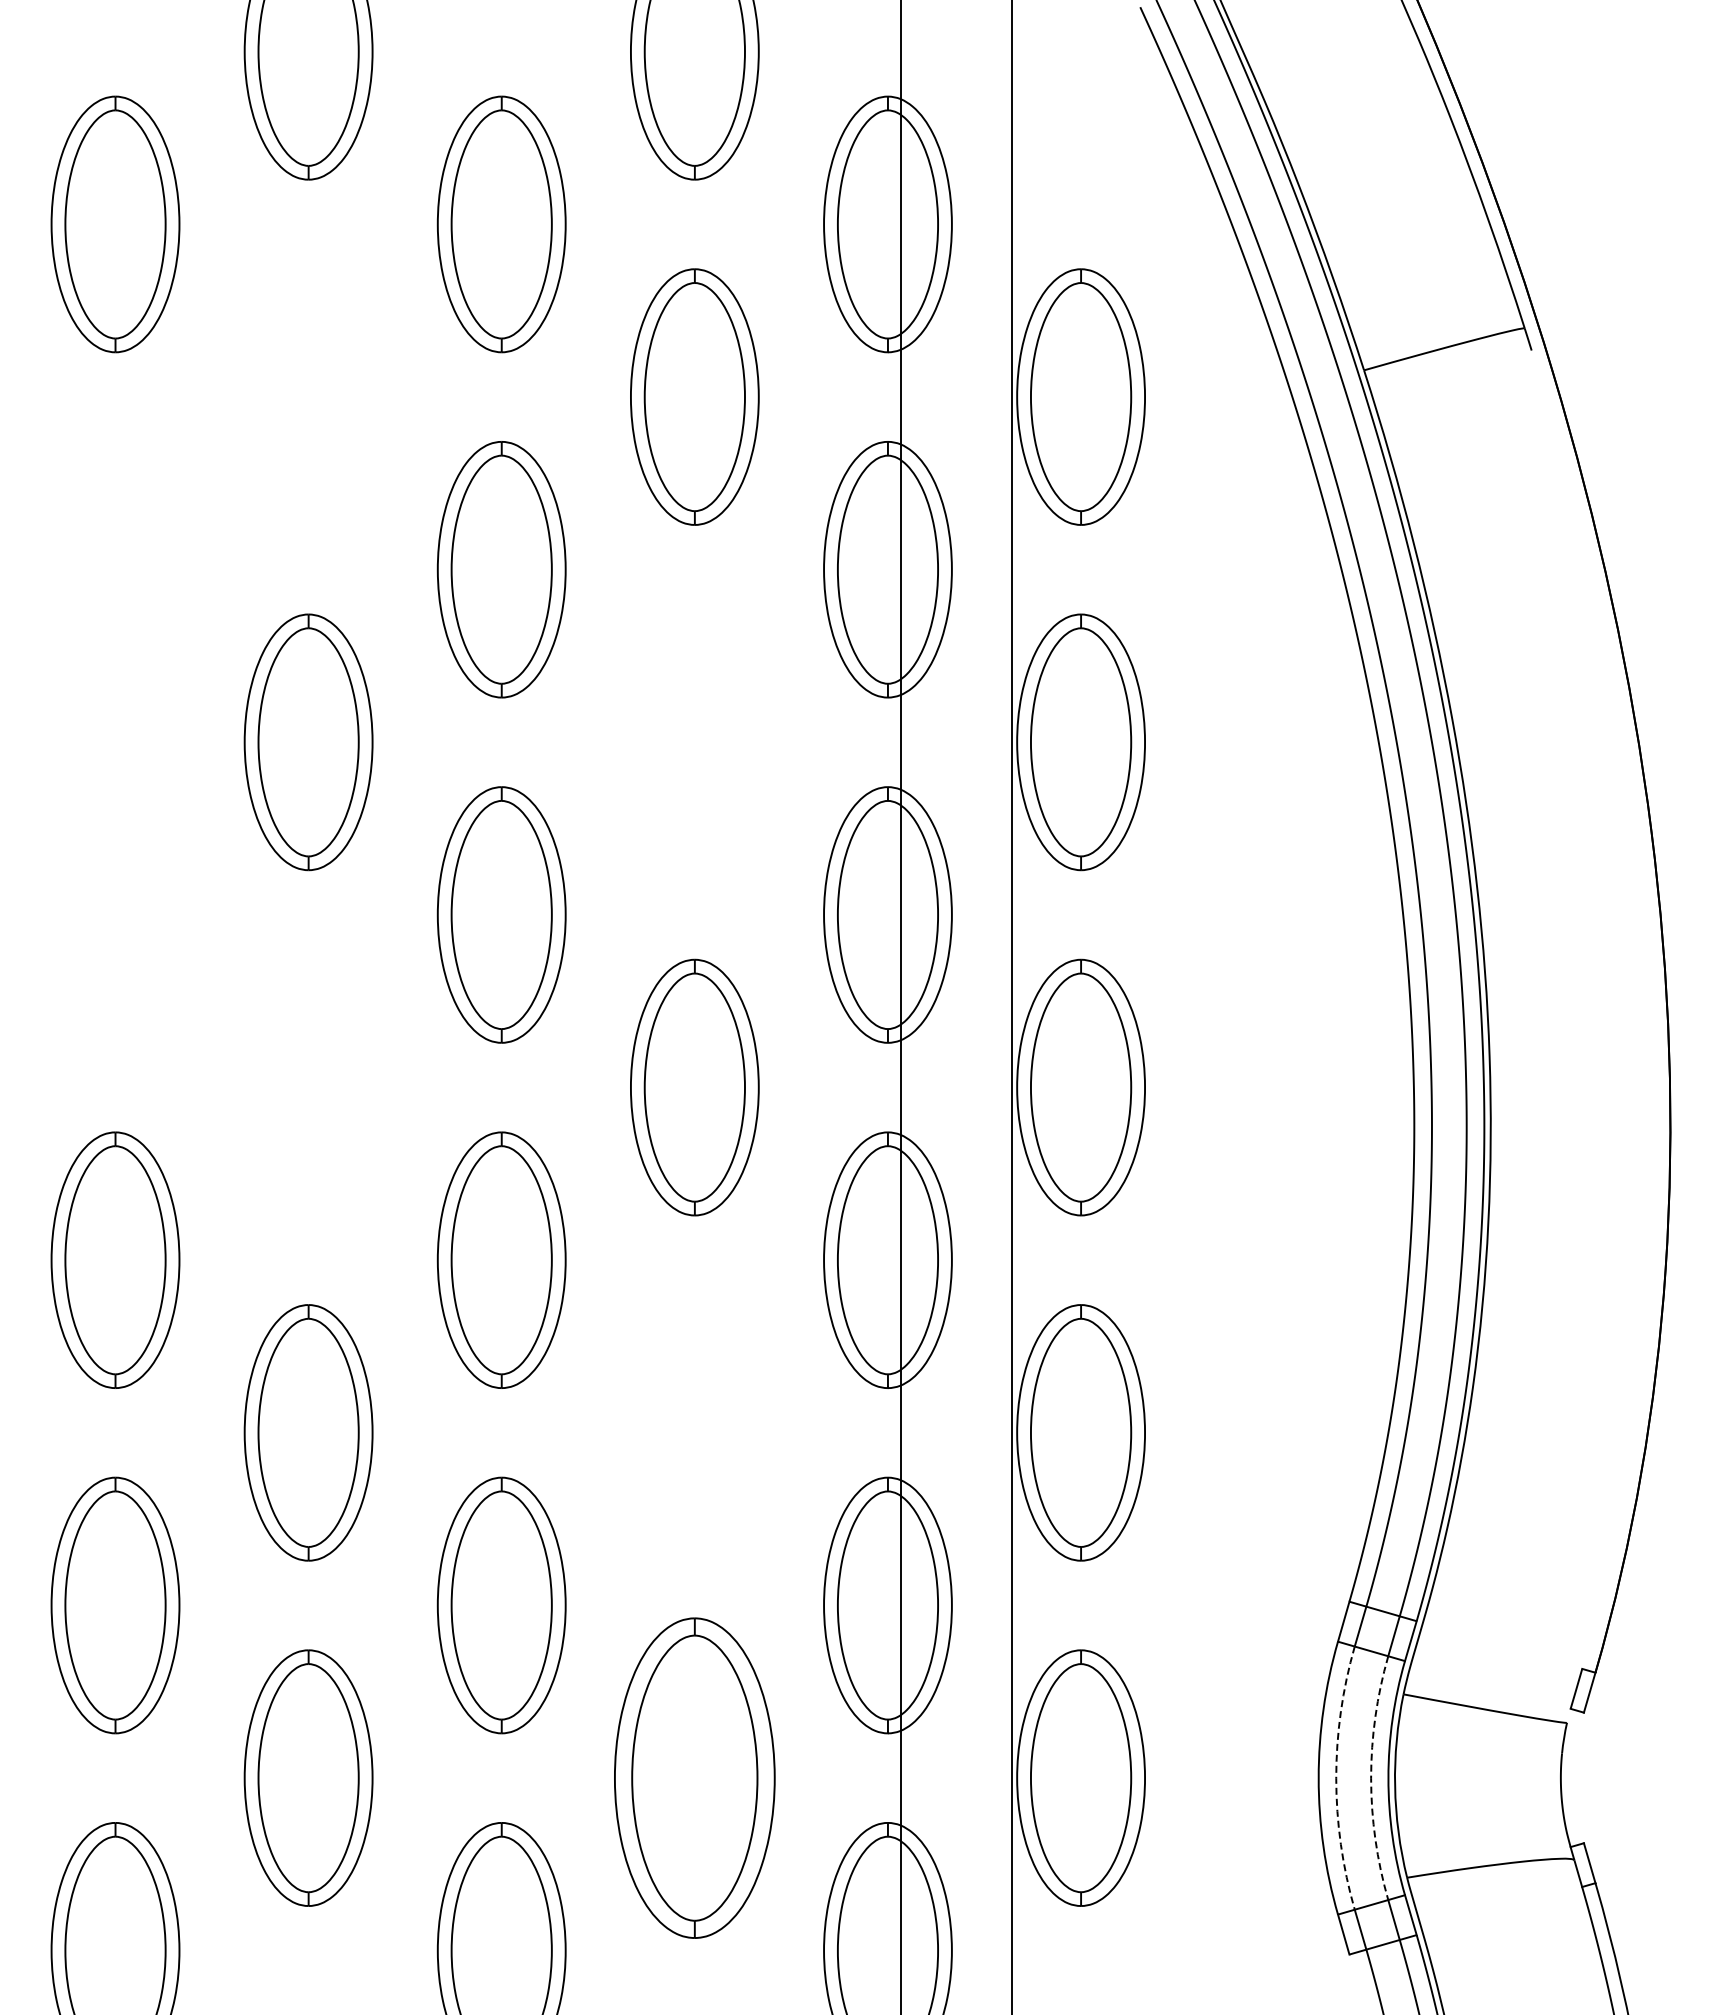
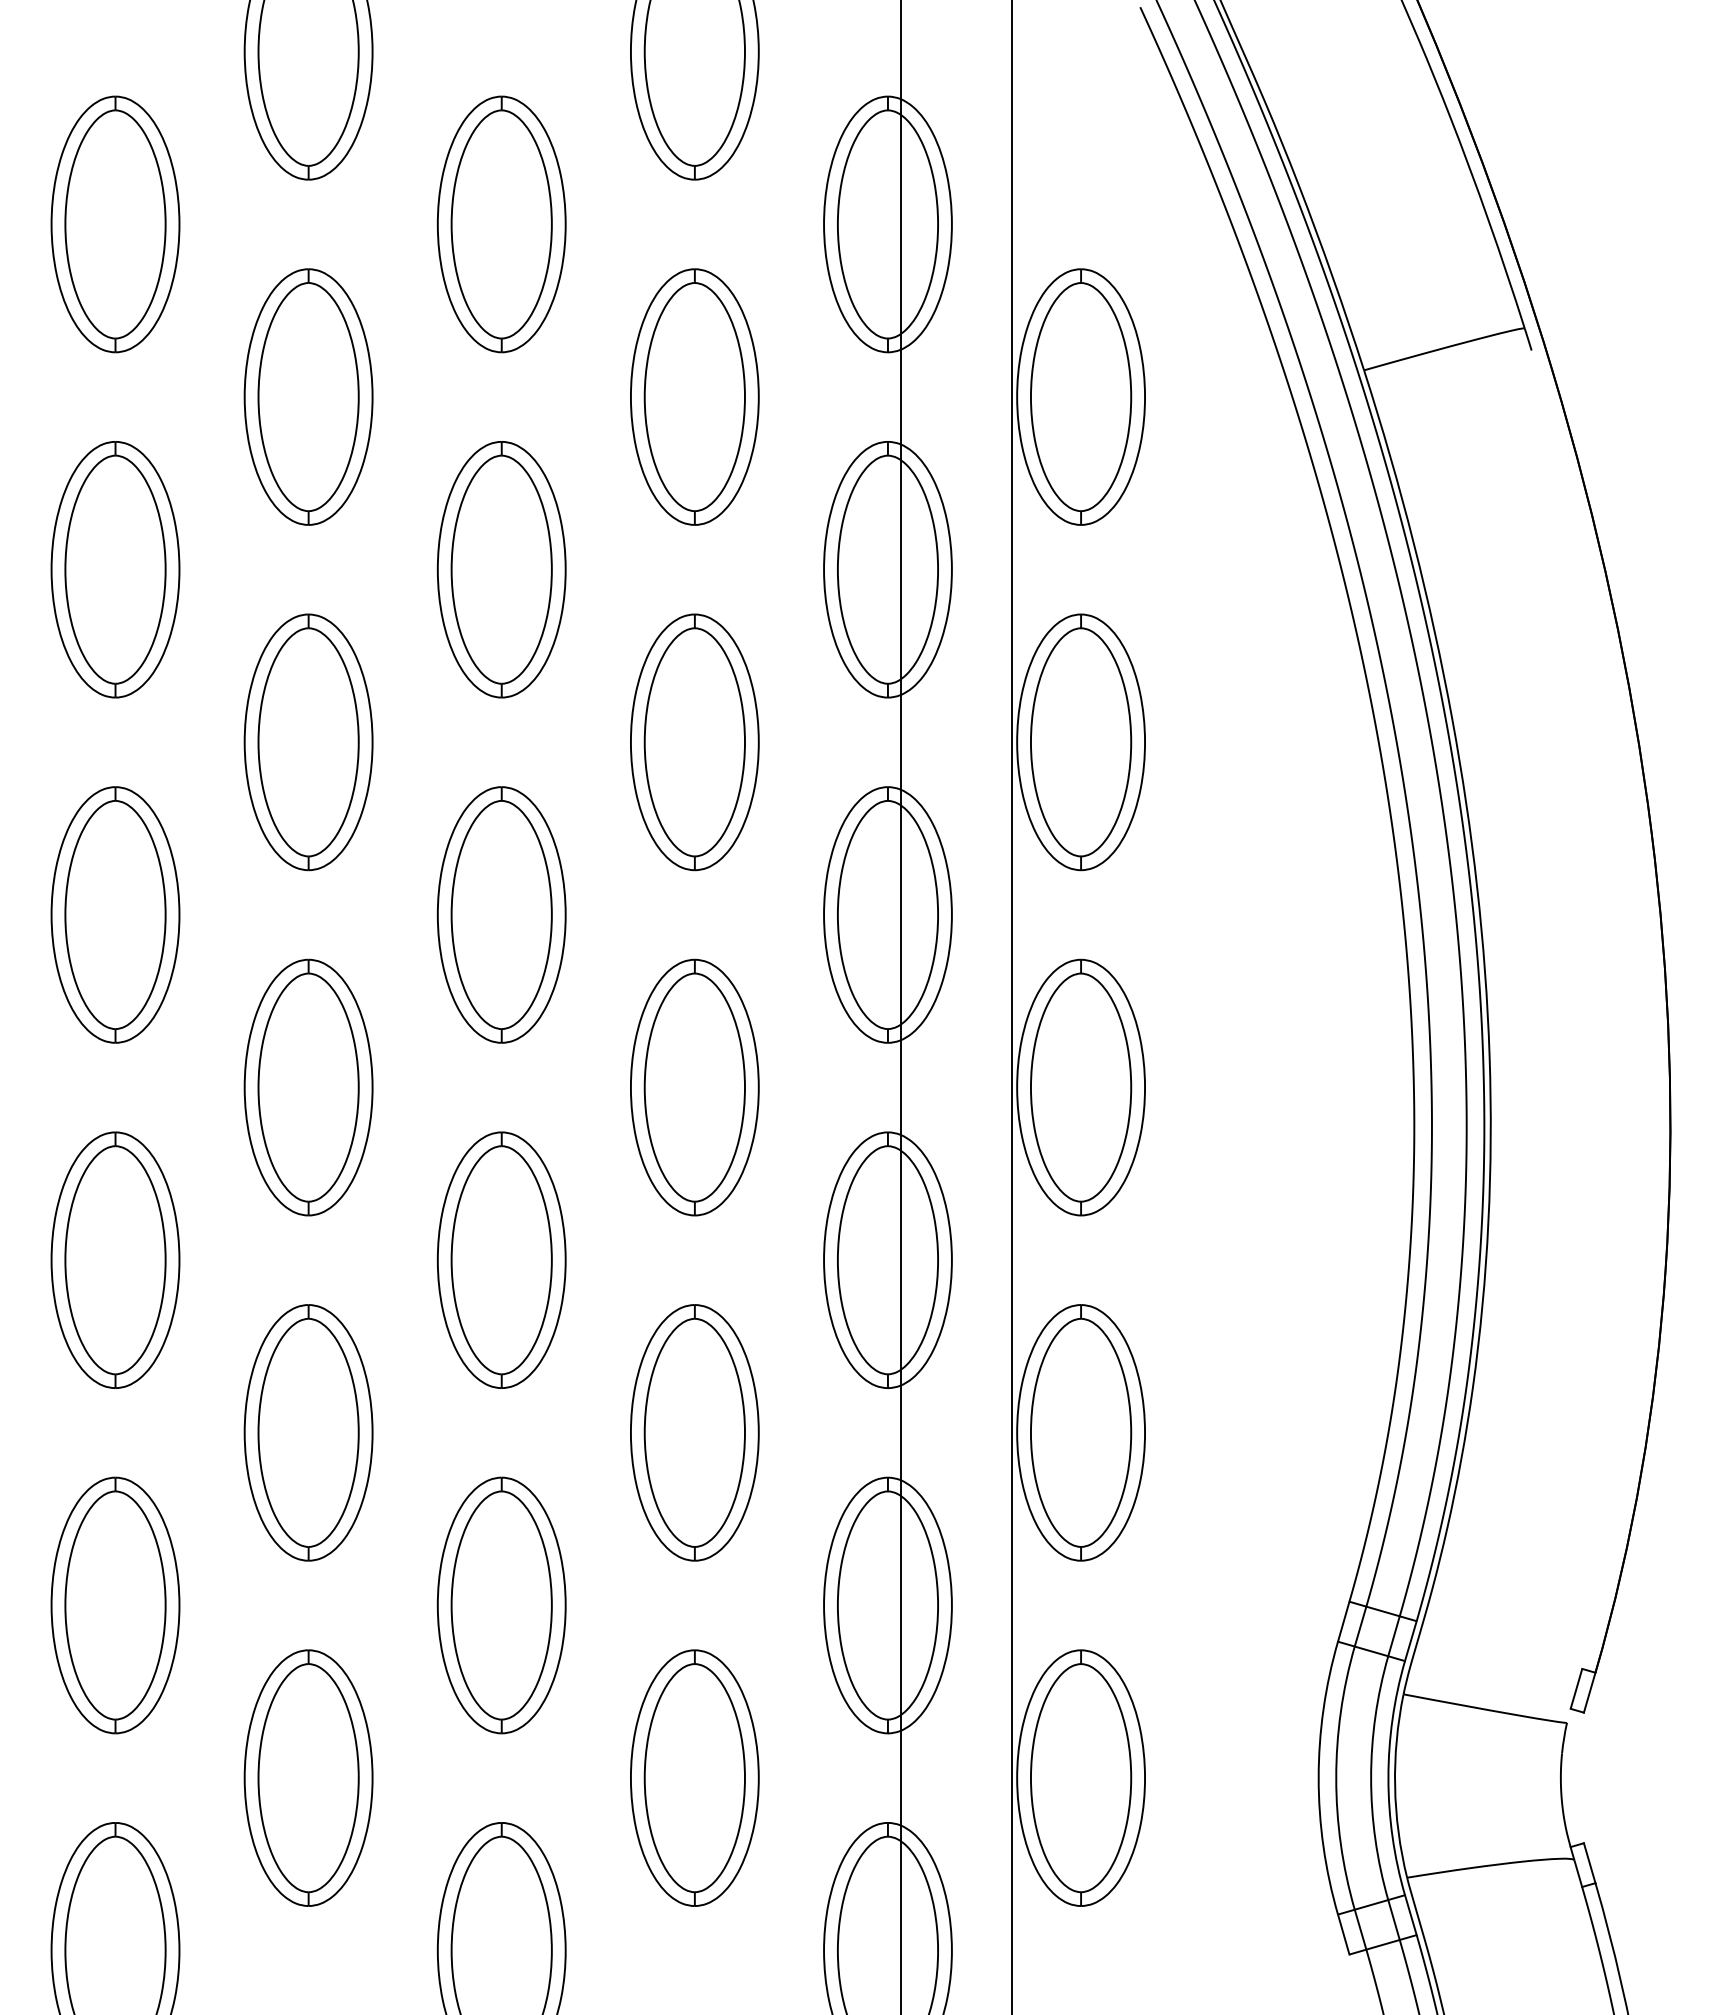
part at (308, 396): none -> present
part at (115, 569): none -> present
part at (694, 742): none -> present
part at (115, 914): none -> present
part at (308, 1087): none -> present
part at (694, 1432): none -> present
part at (694, 1777) size: 162x322 px -> 130x258 px
arc at (1336, 1778): dashed -> solid
arc at (1371, 1778): dashed -> solid
